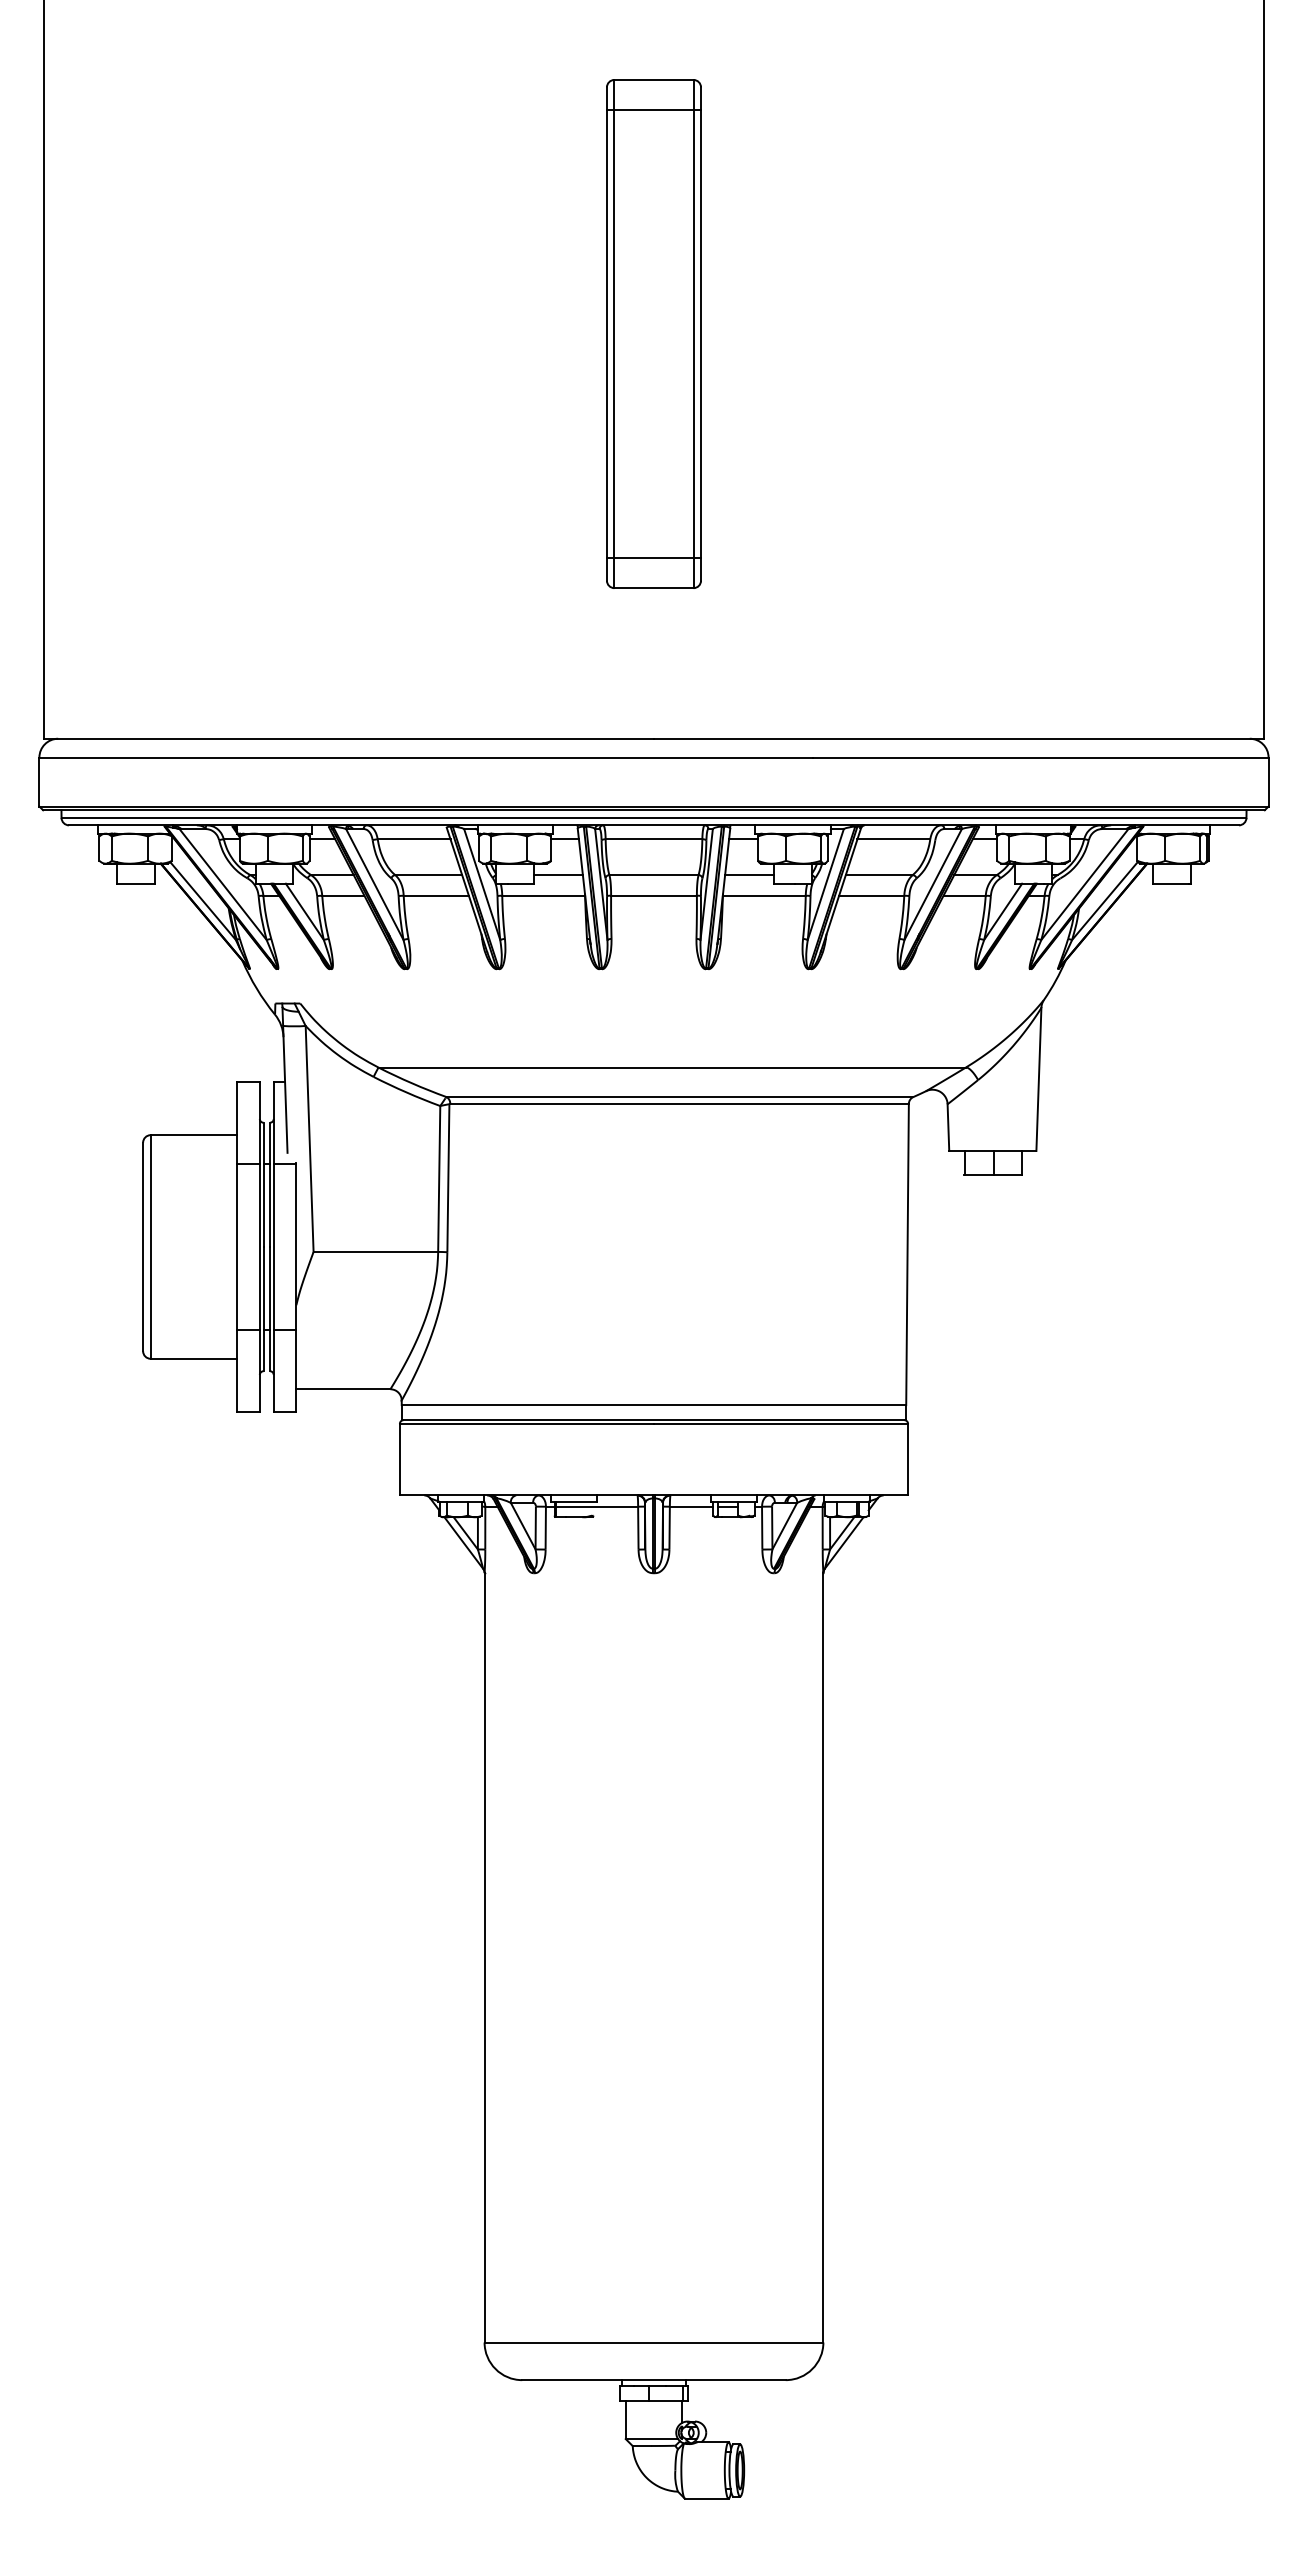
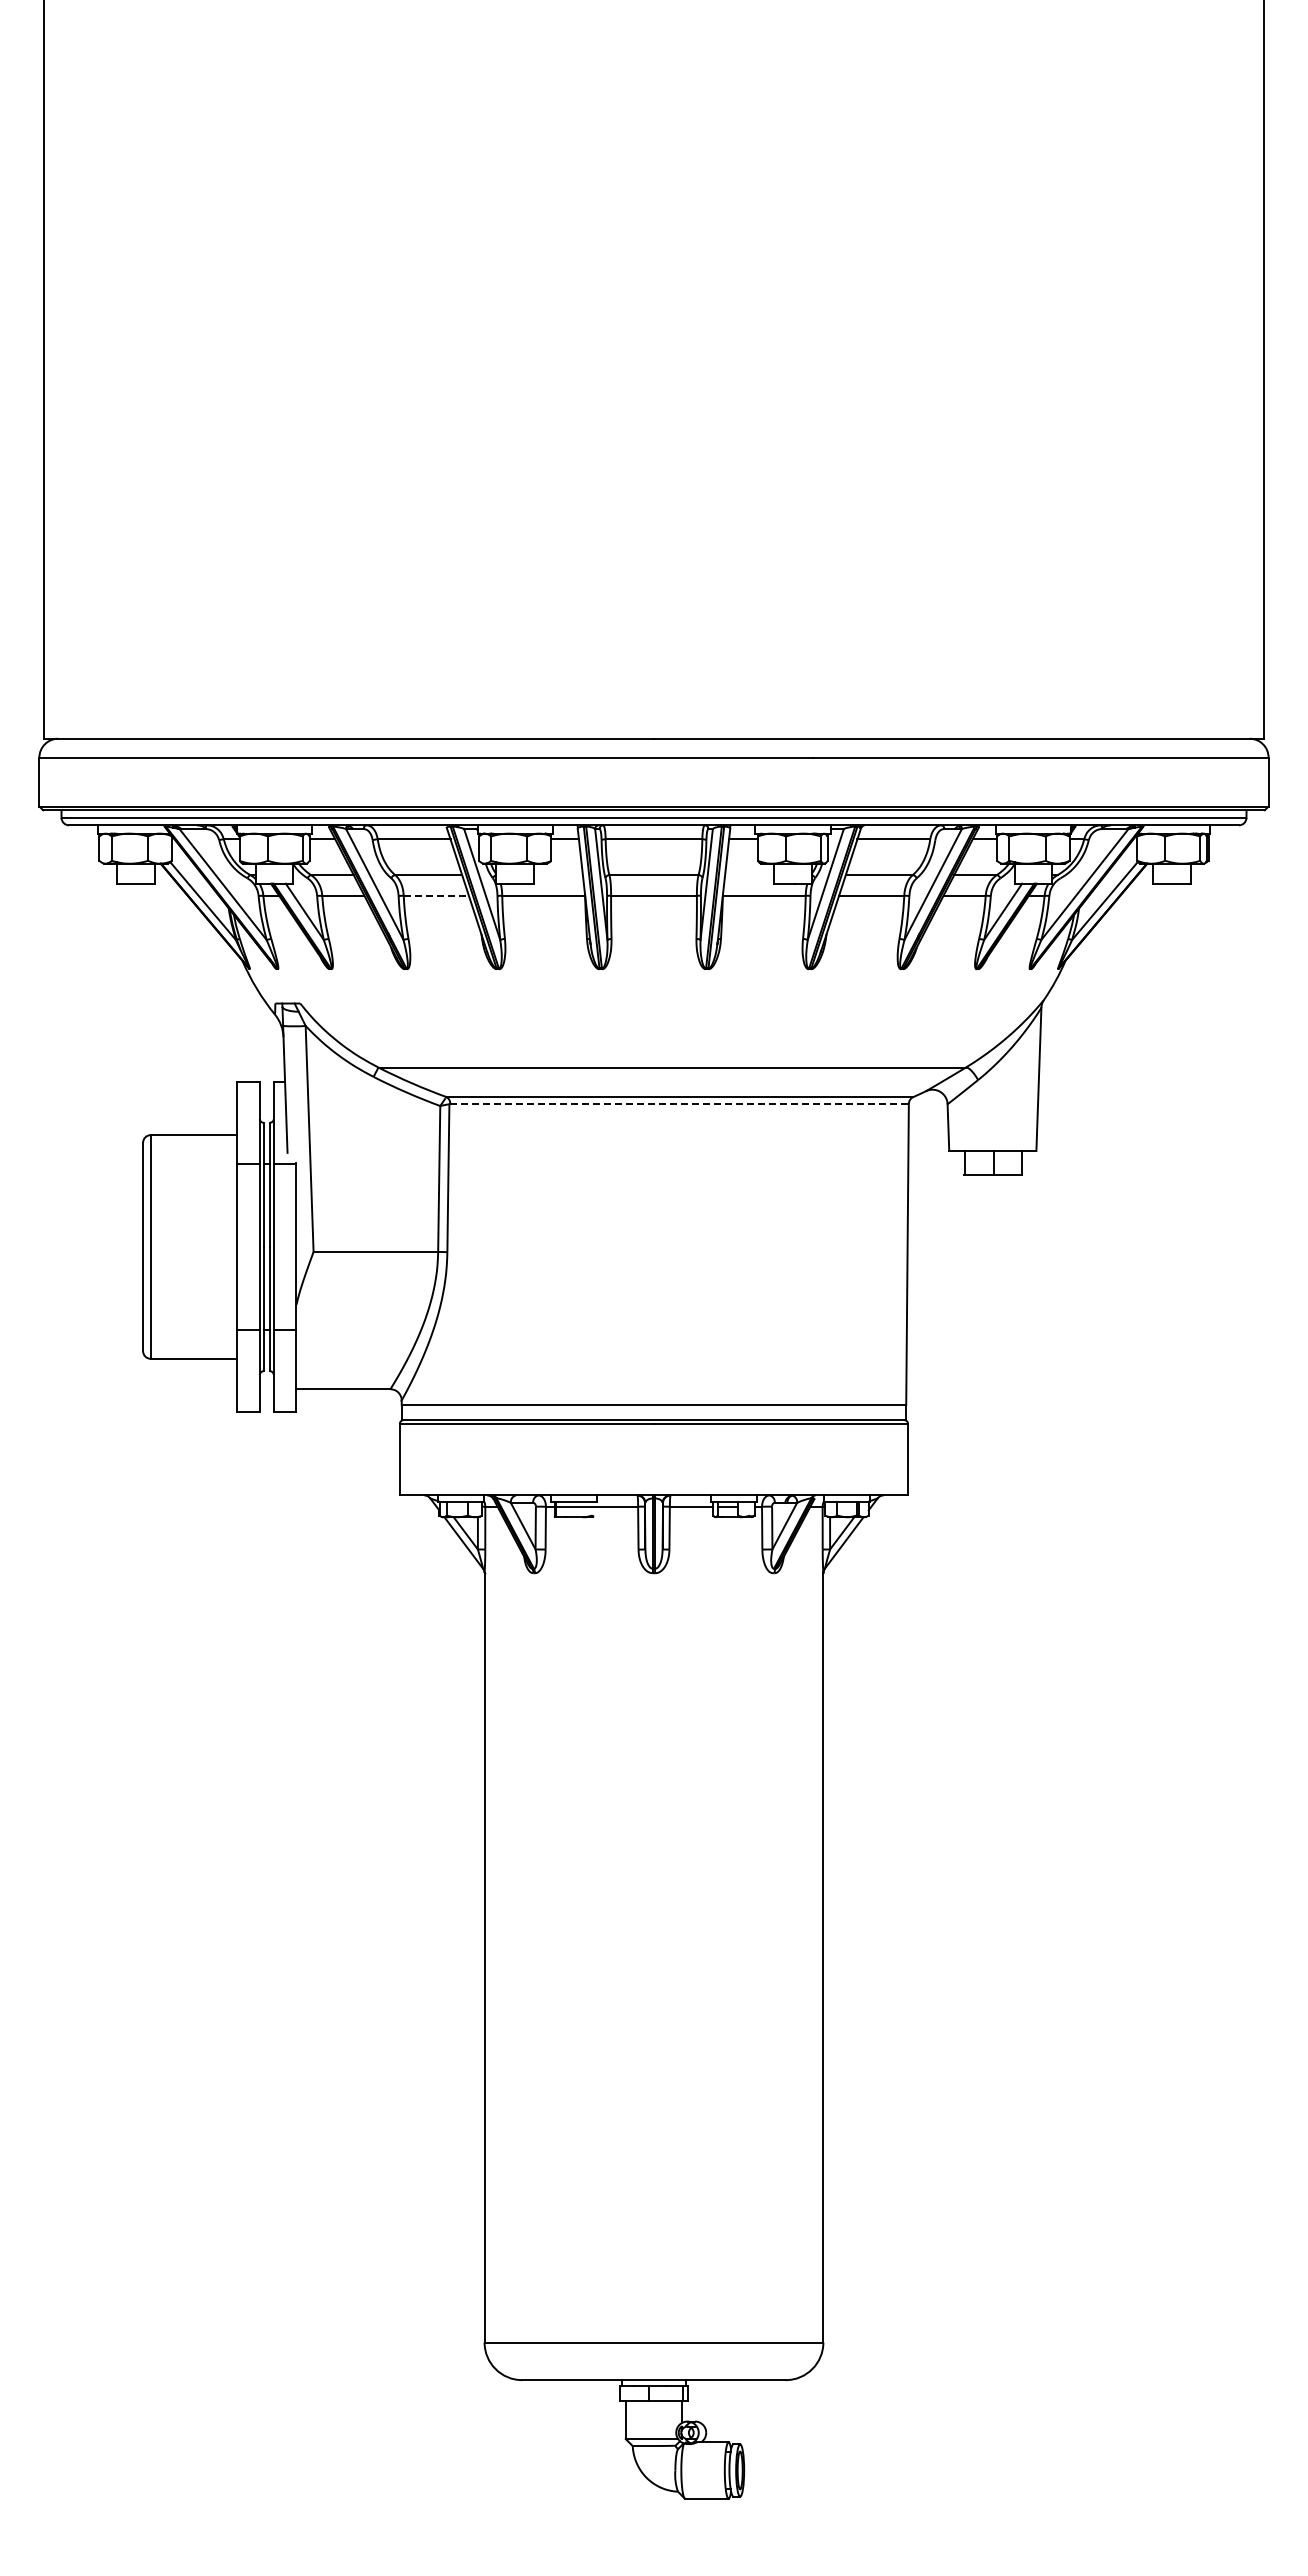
part at (653, 333): present -> none
line at (558, 875): present -> none
line at (749, 875): present -> none
line at (436, 895): solid -> dashed
line at (680, 1103): solid -> dashed
